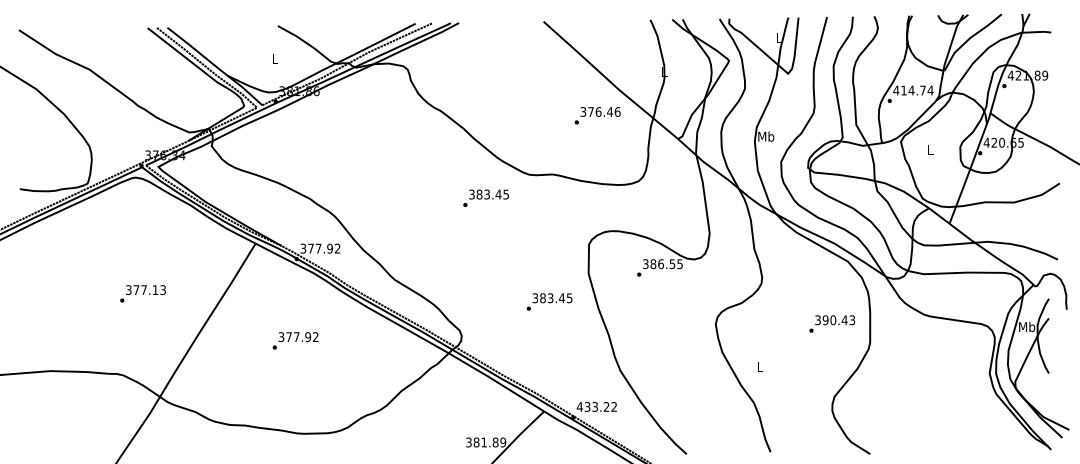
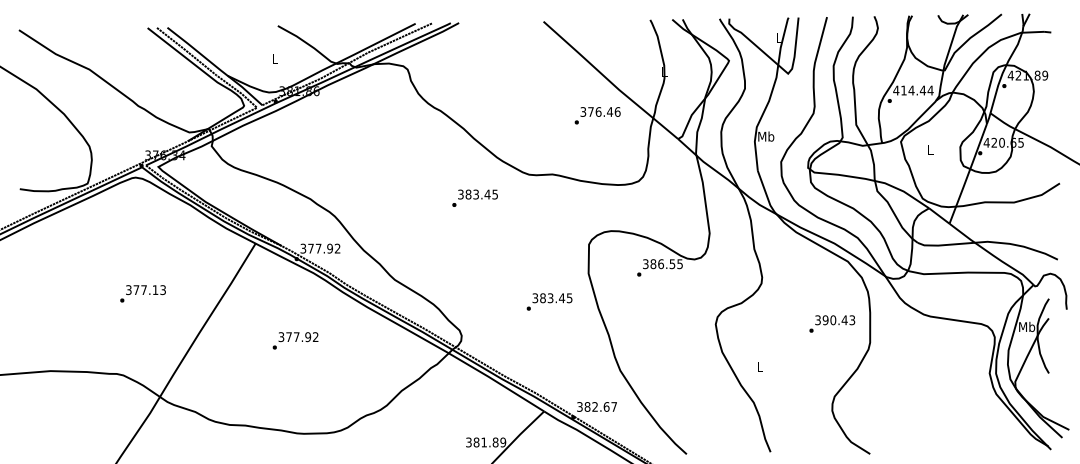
text at (922, 90): 414.74 -> 414.44
text at (485, 197) position: (485, 197) -> (474, 197)
text at (596, 406): 433.22 -> 382.67
